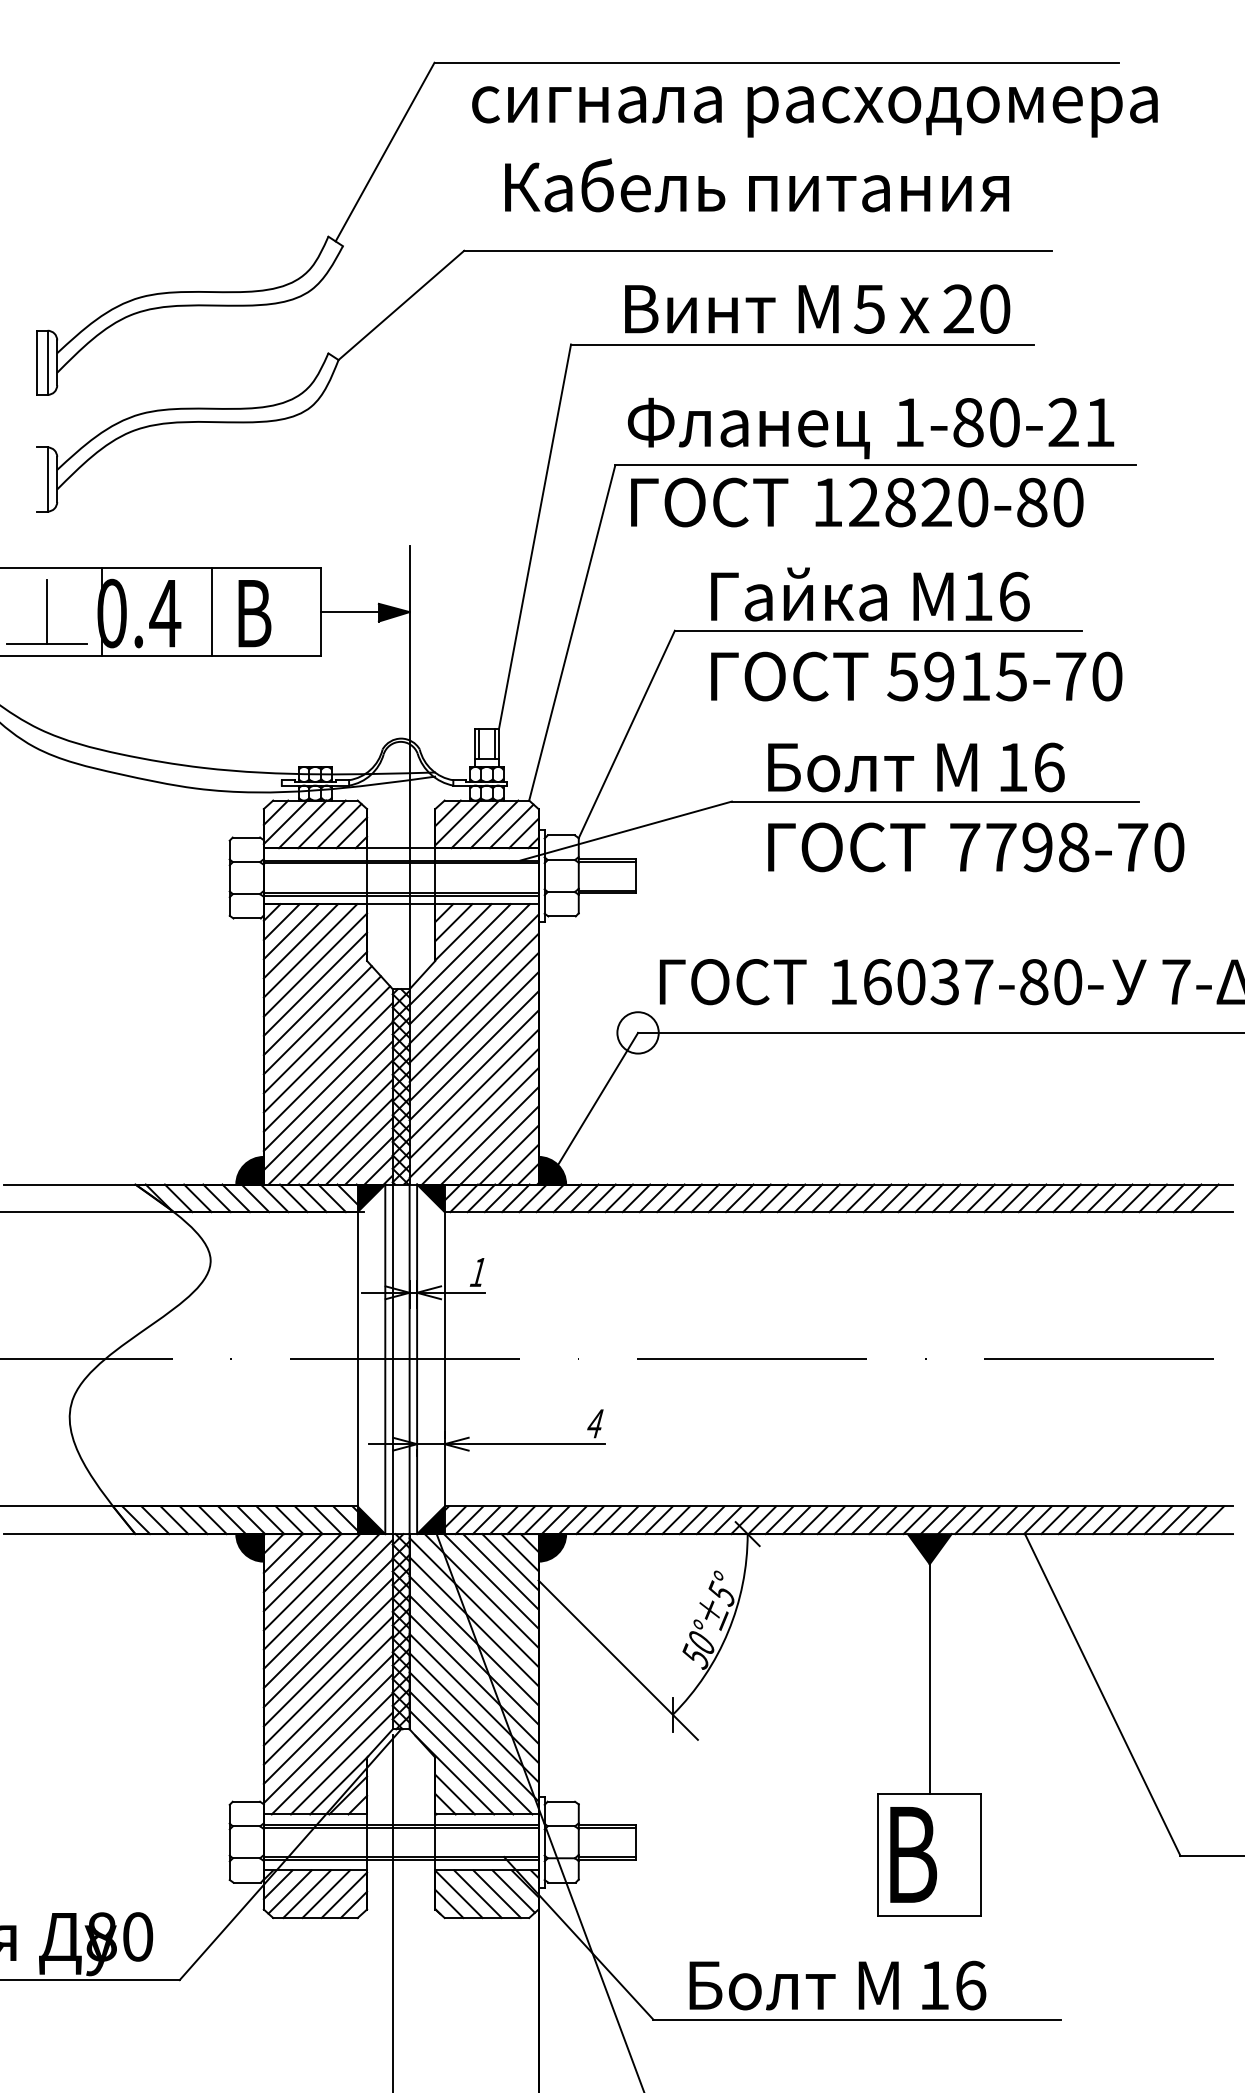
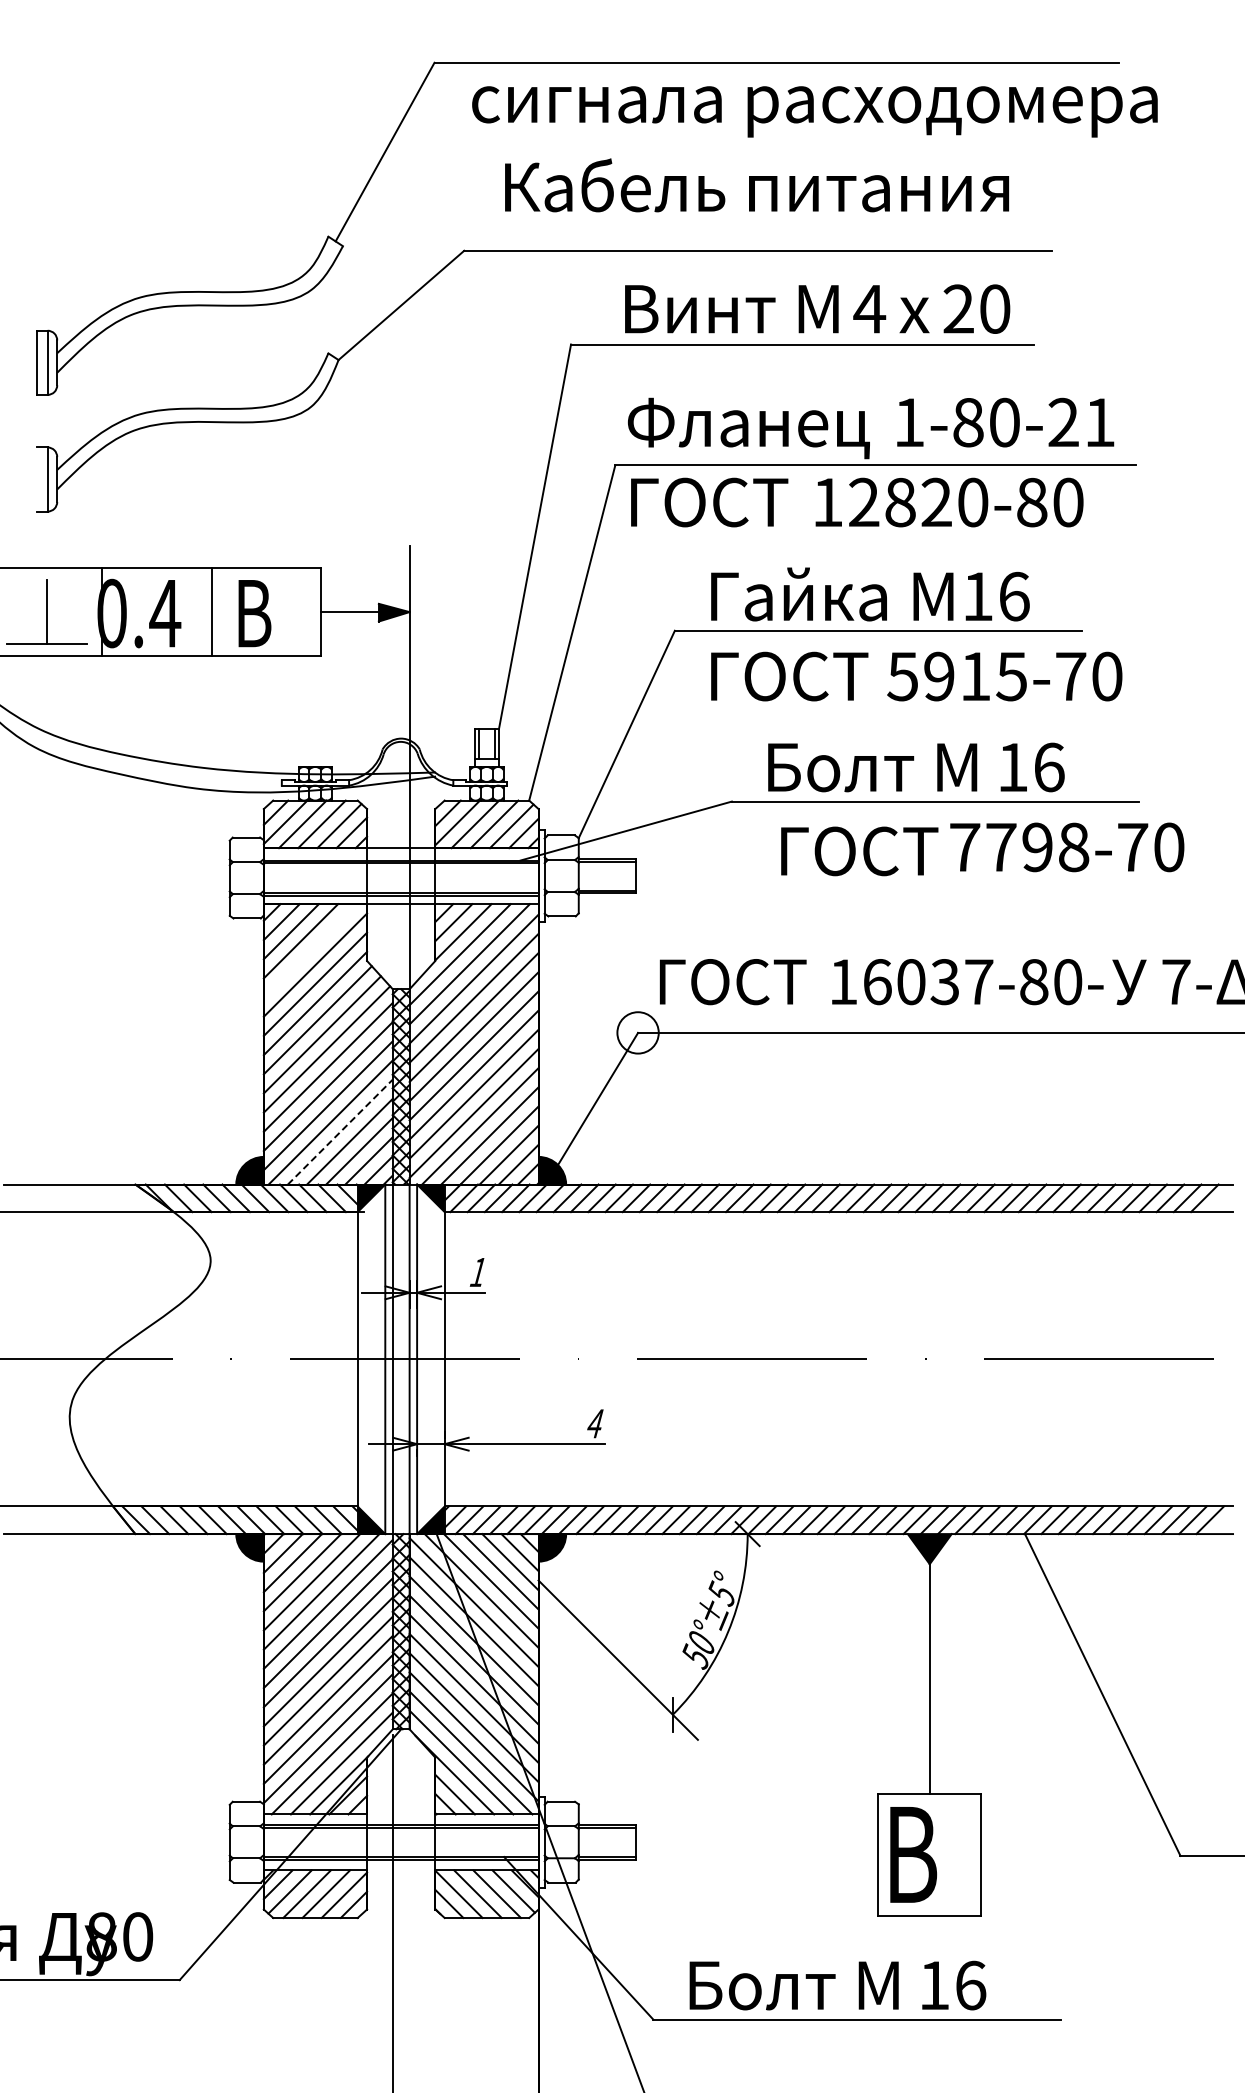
text at (869, 309): 5 -> 4
text at (846, 847) position: (846, 847) -> (859, 851)
line at (310, 950): present -> none
line at (340, 1131): solid -> dashed
